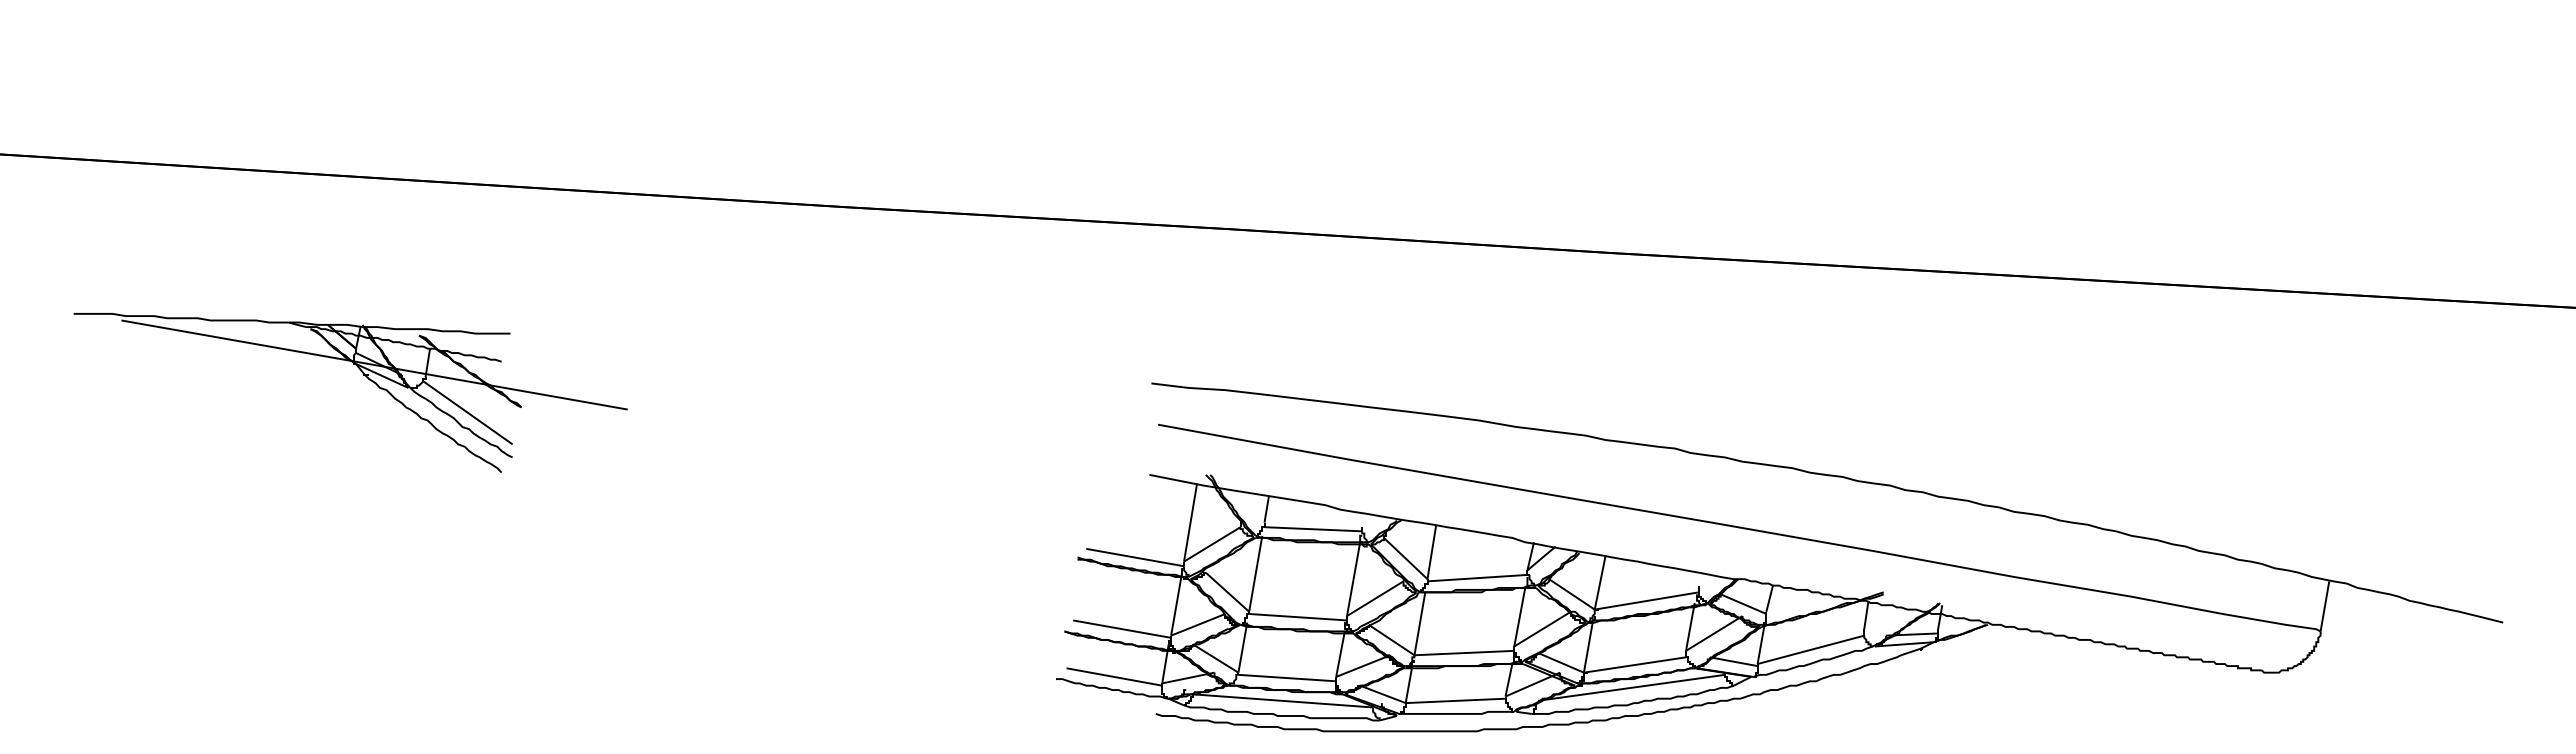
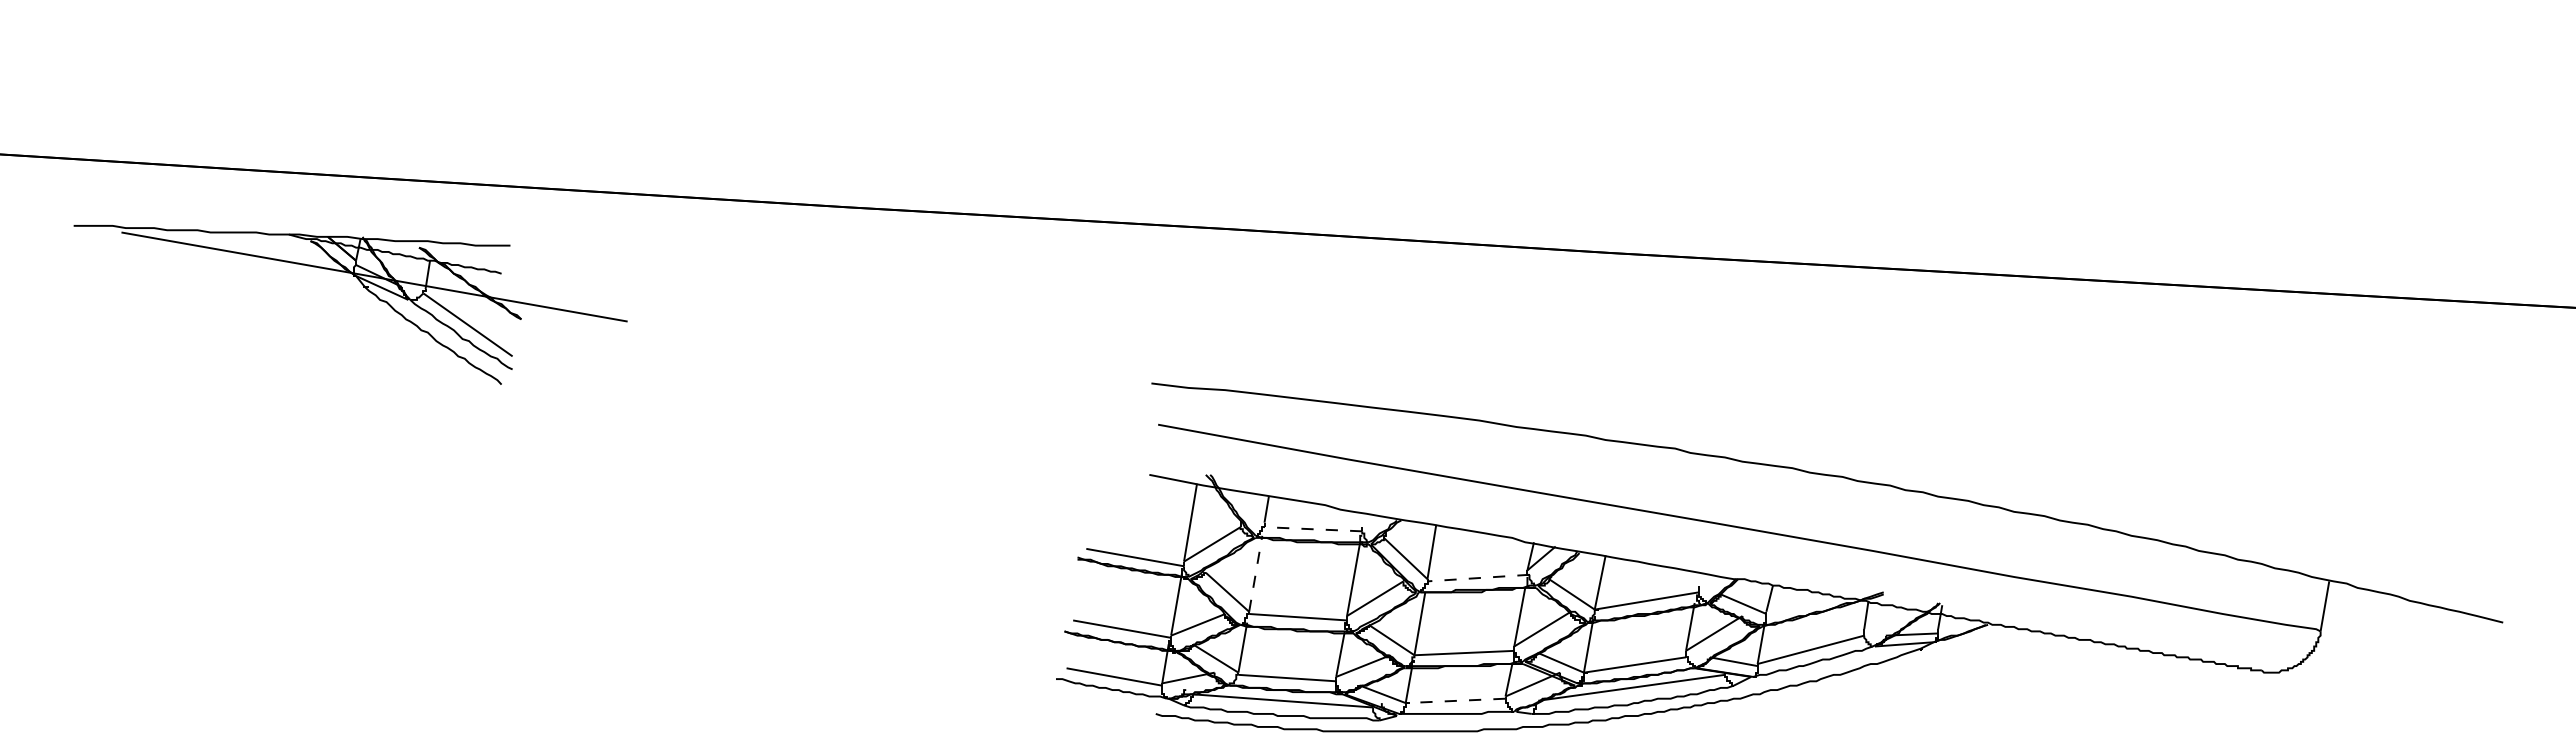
part at (363, 375) position: (363, 375) -> (363, 287)
line at (1313, 529): solid -> dashed
line at (1255, 573): solid -> dashed
line at (1478, 578): solid -> dashed
line at (1455, 700): solid -> dashed
